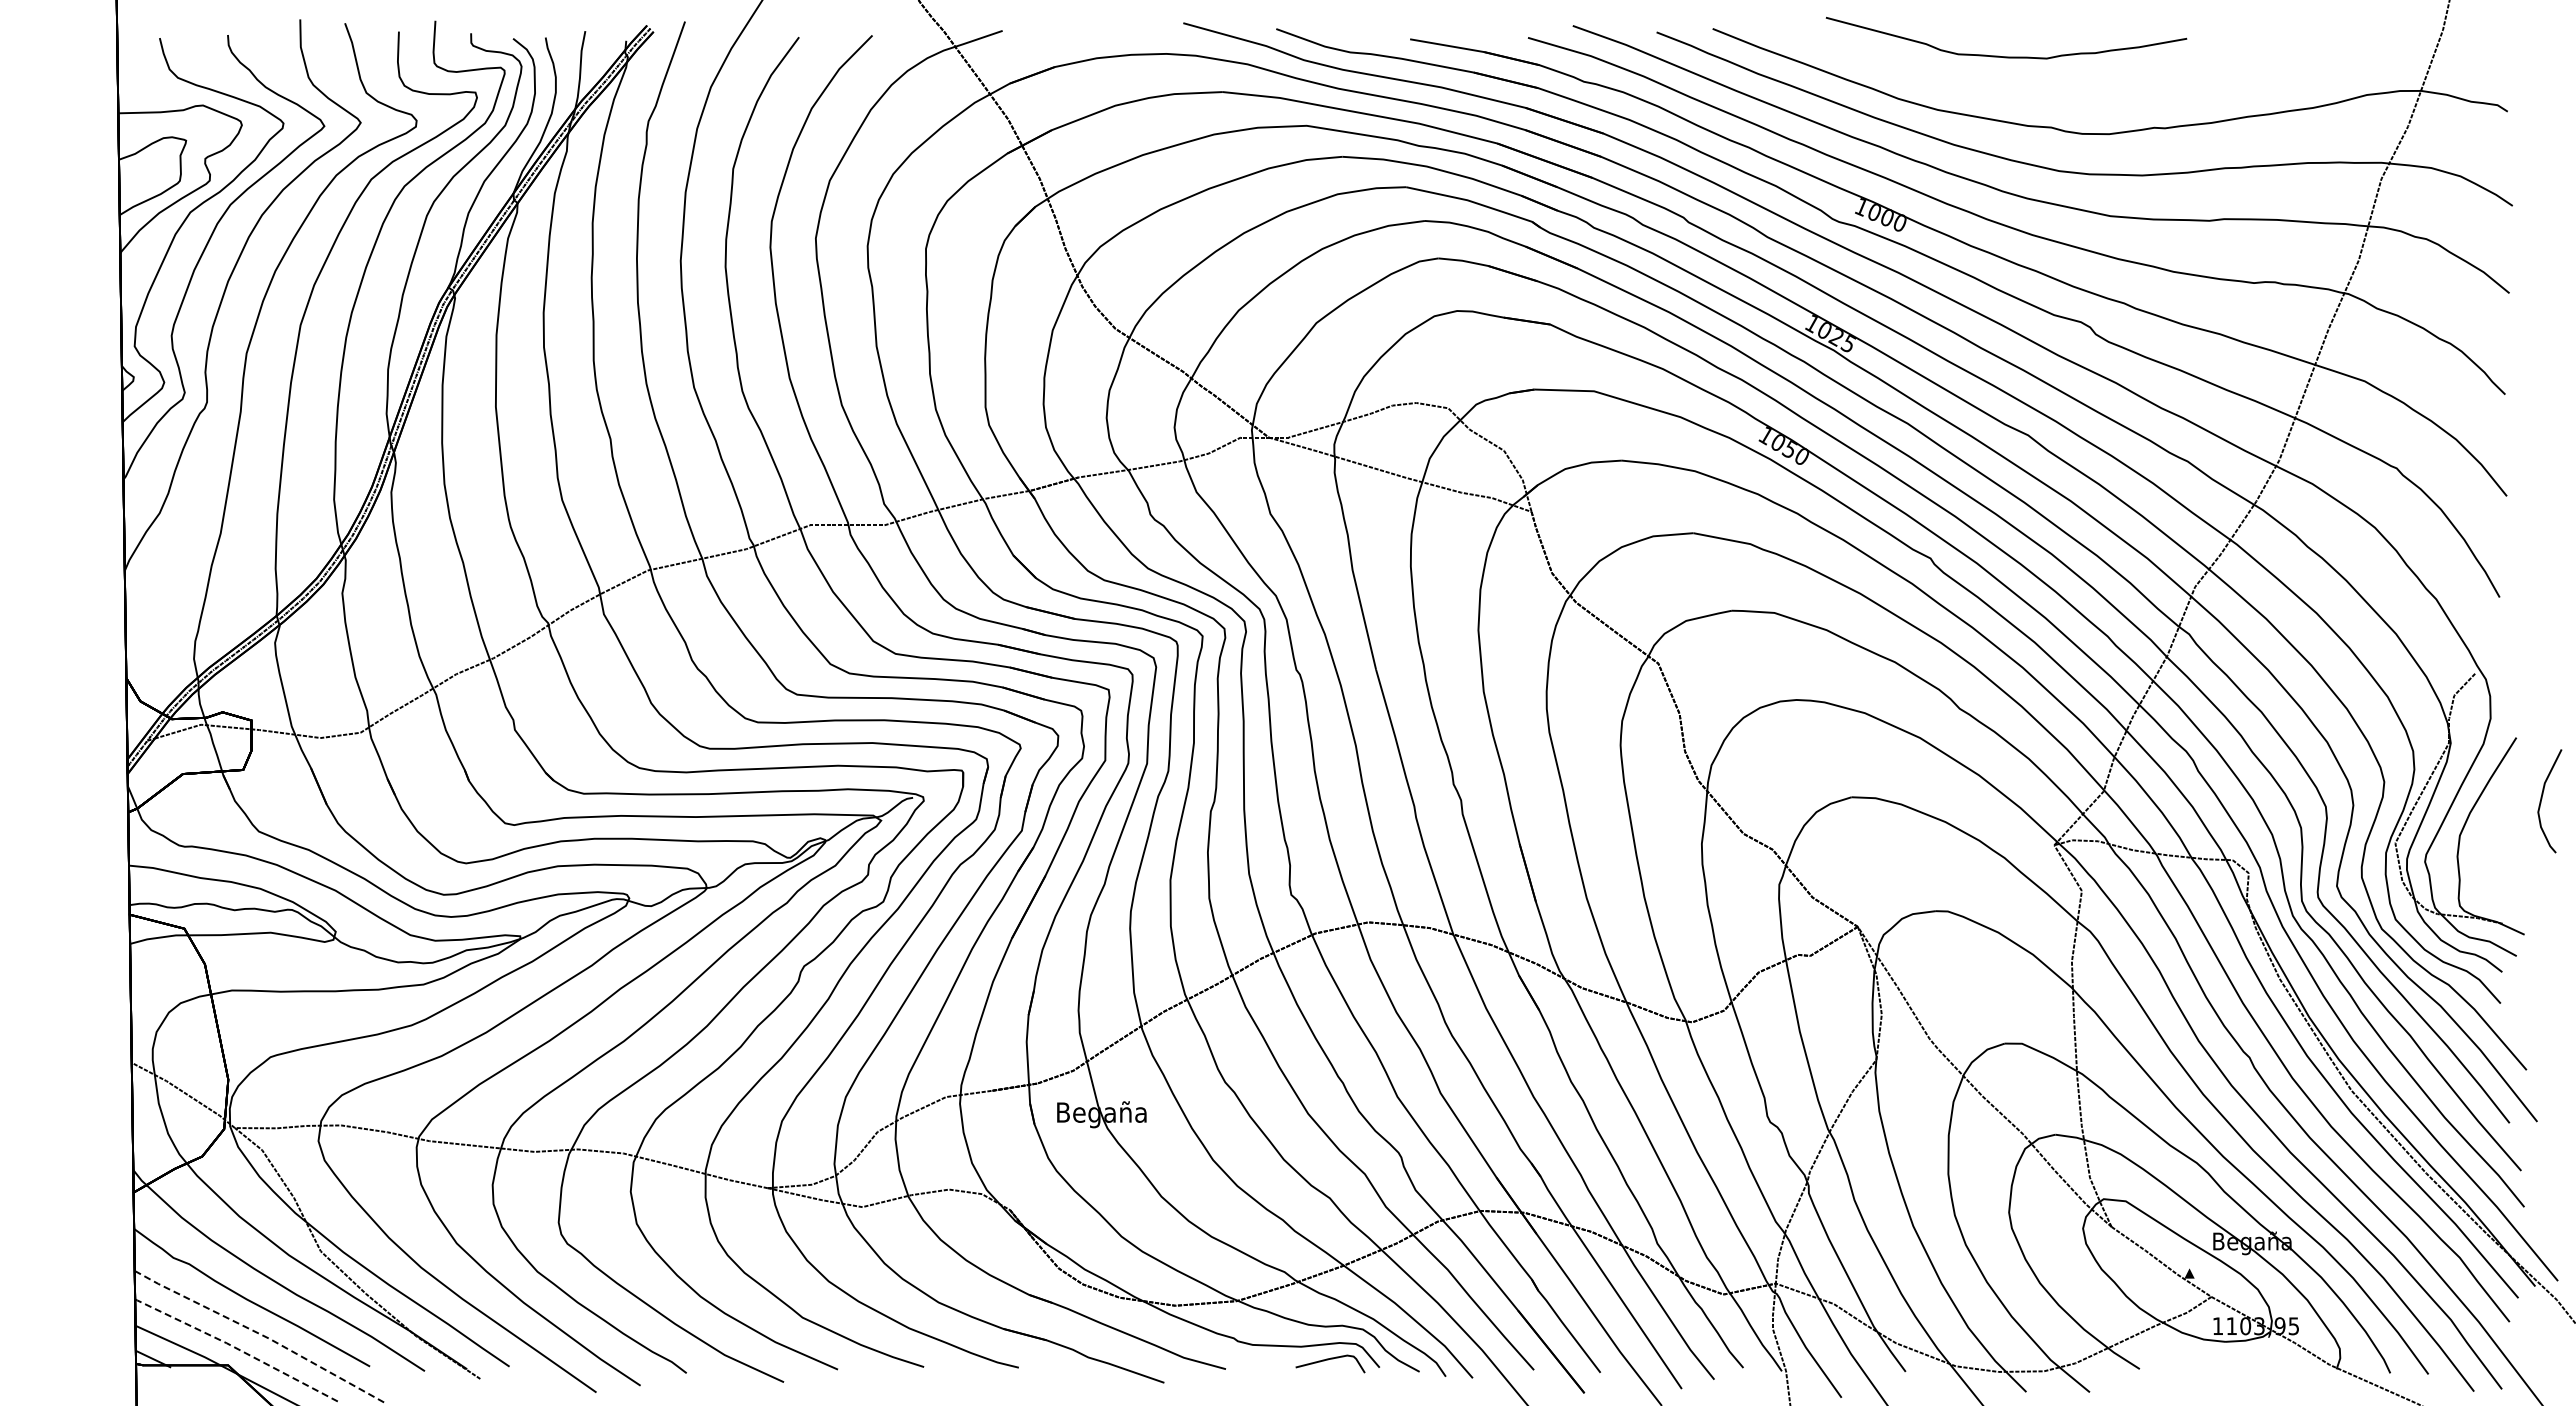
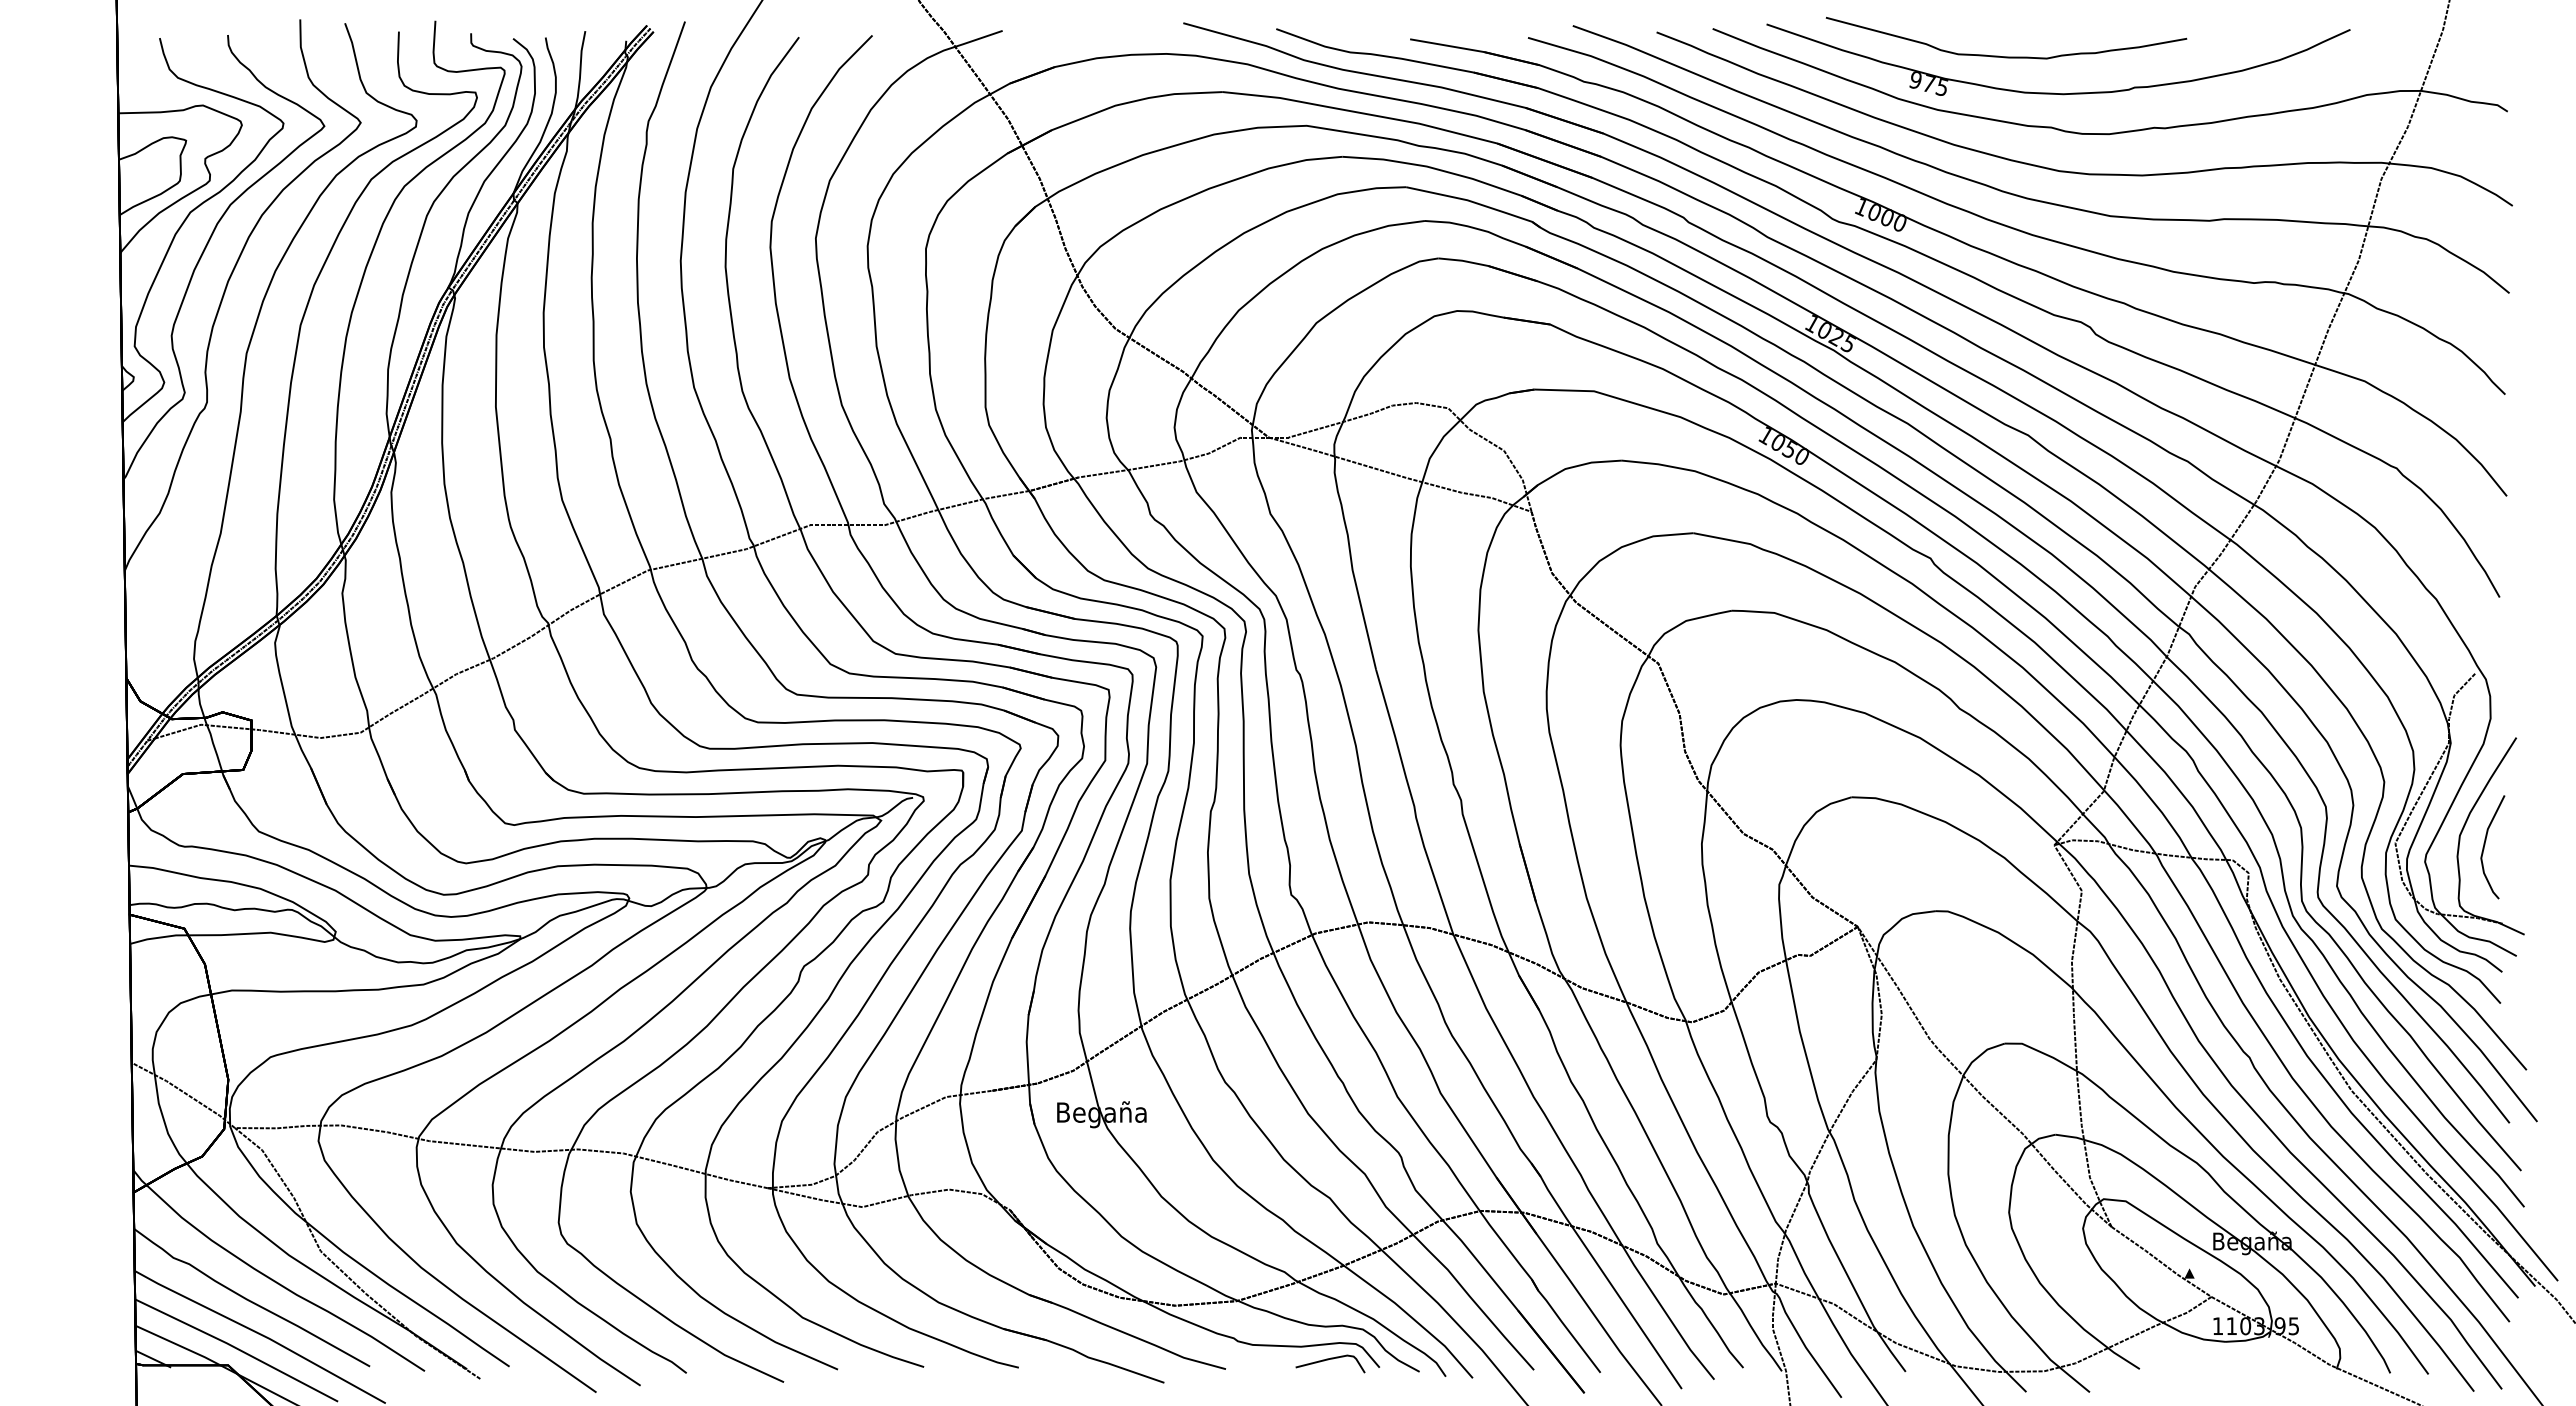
part at (2053, 92): none -> present
curve at (2542, 799) position: (2542, 799) -> (2485, 845)
line at (261, 1334): dashed -> solid
line at (236, 1348): dashed -> solid
